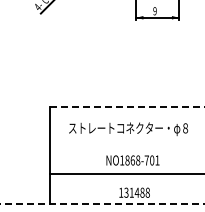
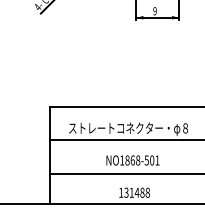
line at (127, 107): dashed -> solid
line at (125, 140): none -> present
text at (146, 160): NO1868-701 -> NO1868-501
line at (102, 203): dashed -> solid
